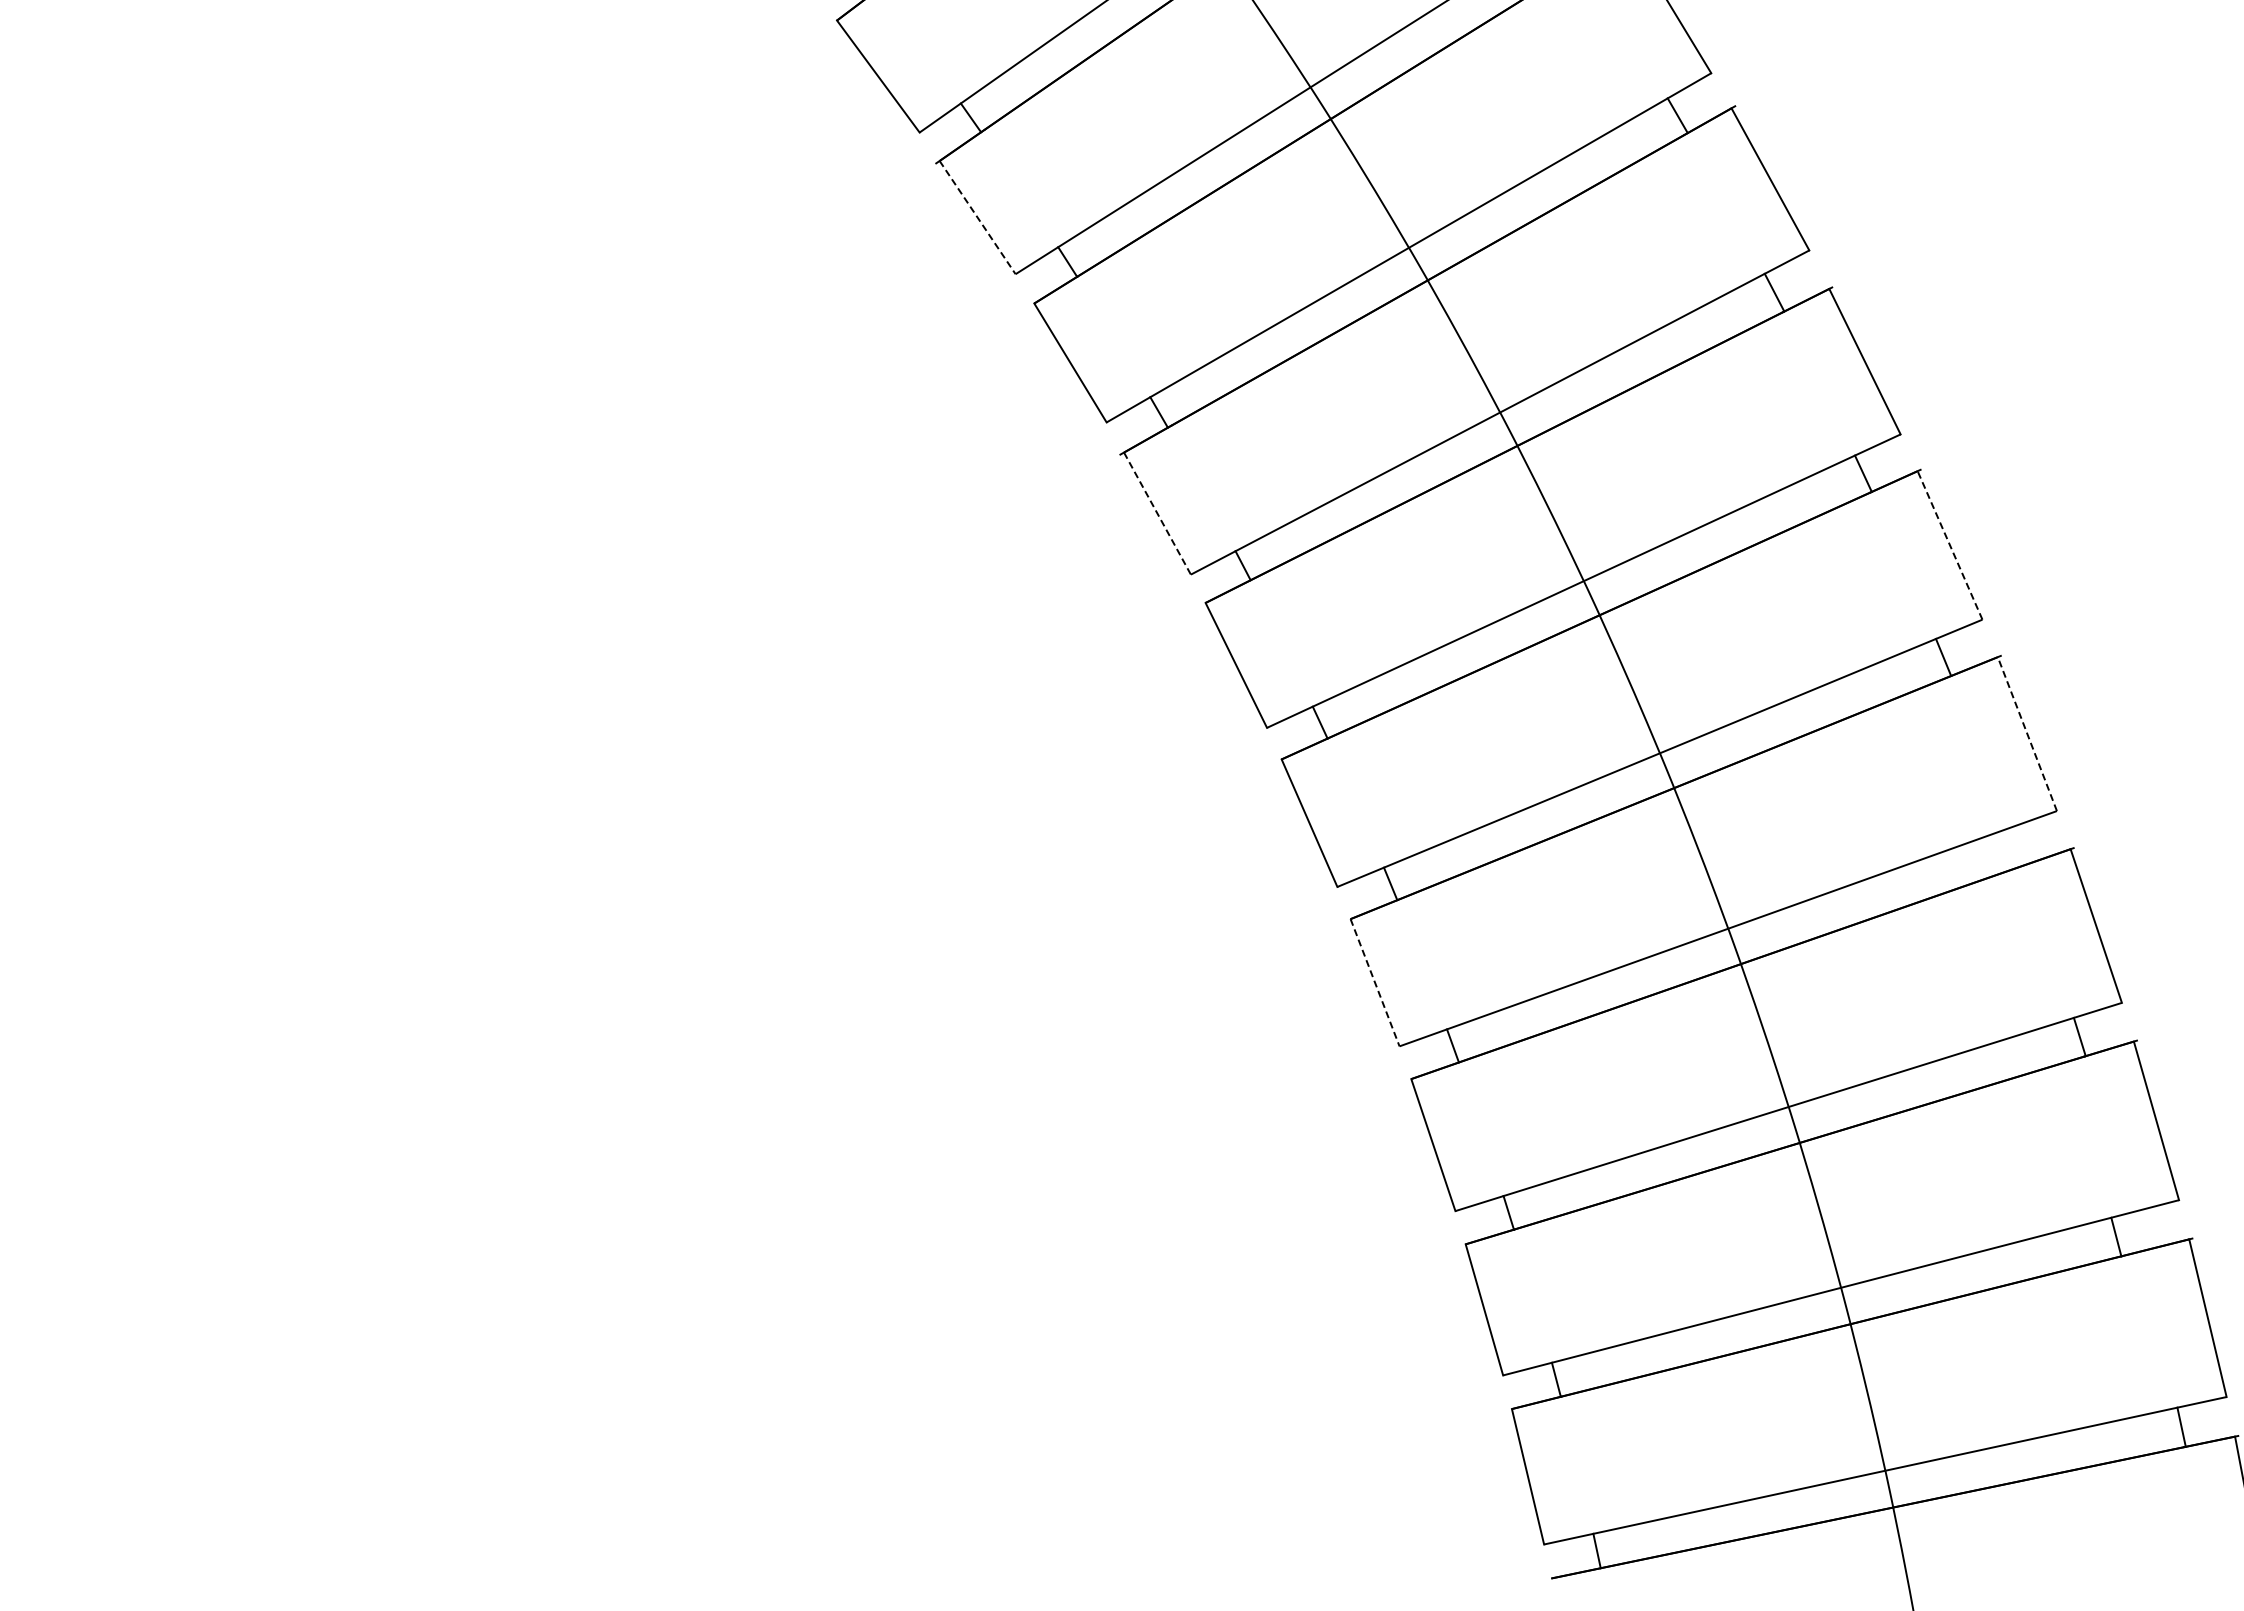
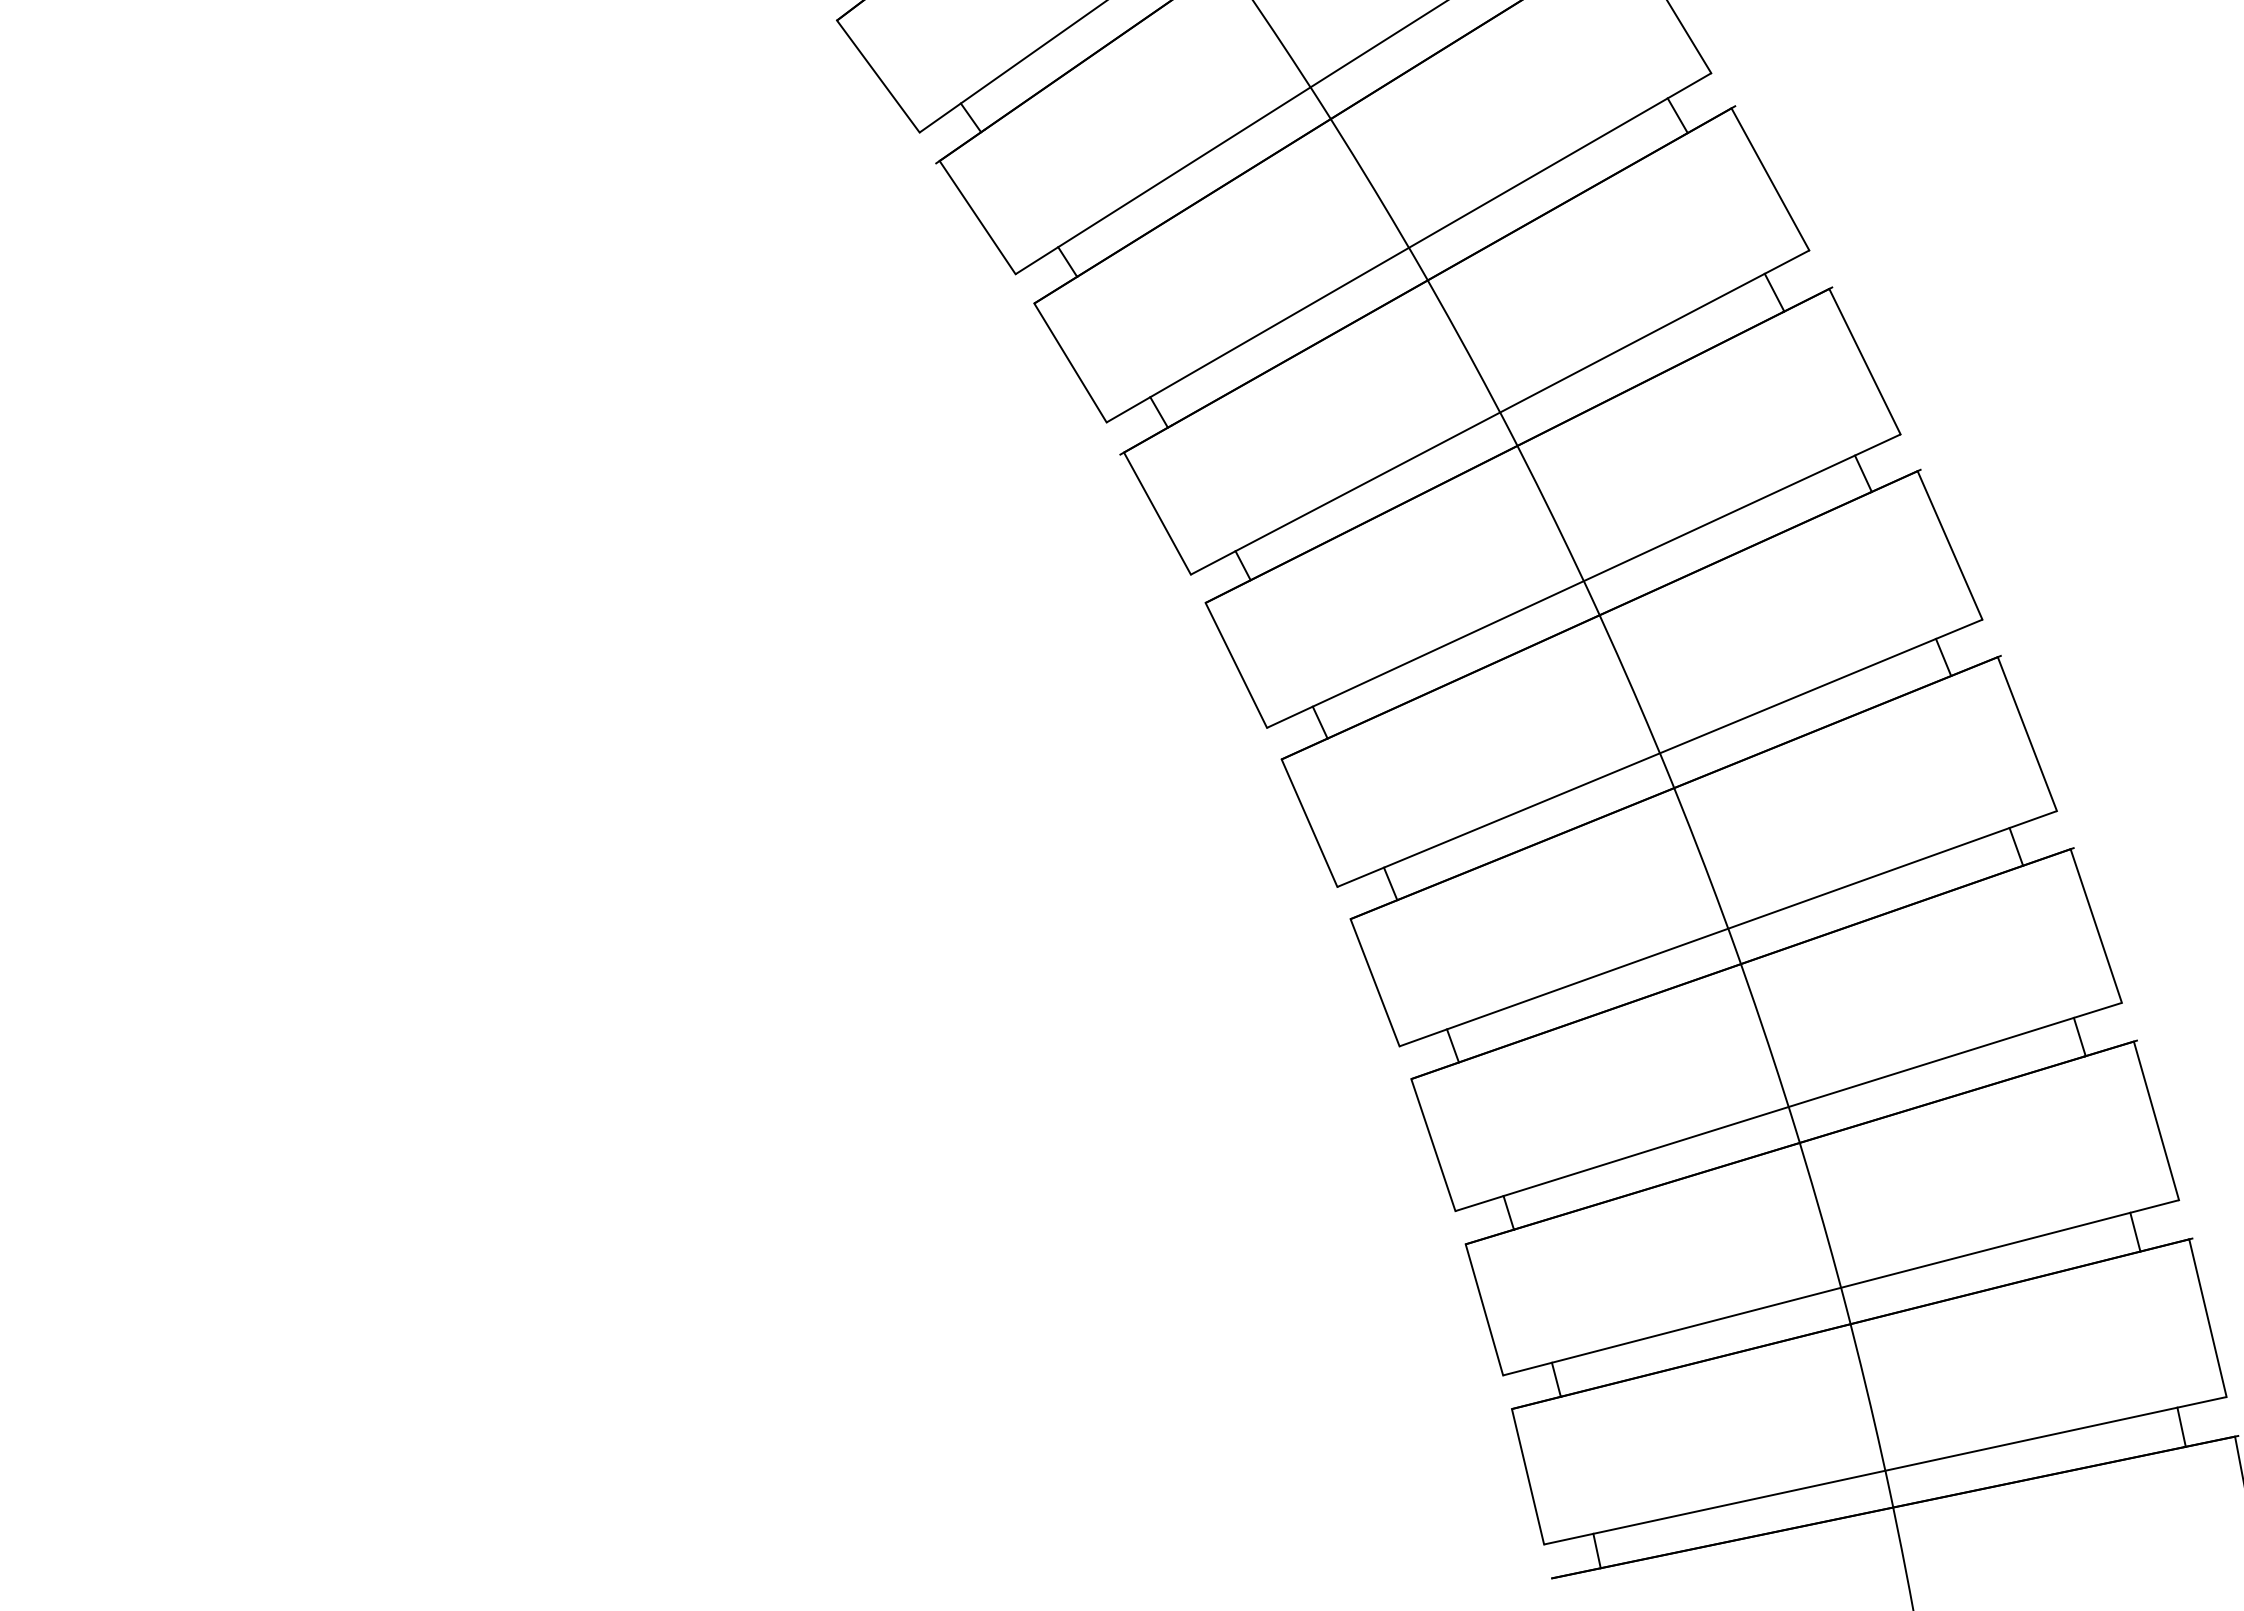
line at (977, 218): dashed -> solid
line at (1157, 513): dashed -> solid
line at (1949, 544): dashed -> solid
line at (2027, 733): dashed -> solid
line at (2016, 846): none -> present
line at (1375, 983): dashed -> solid
line at (2116, 1236) position: (2116, 1236) -> (2135, 1231)
